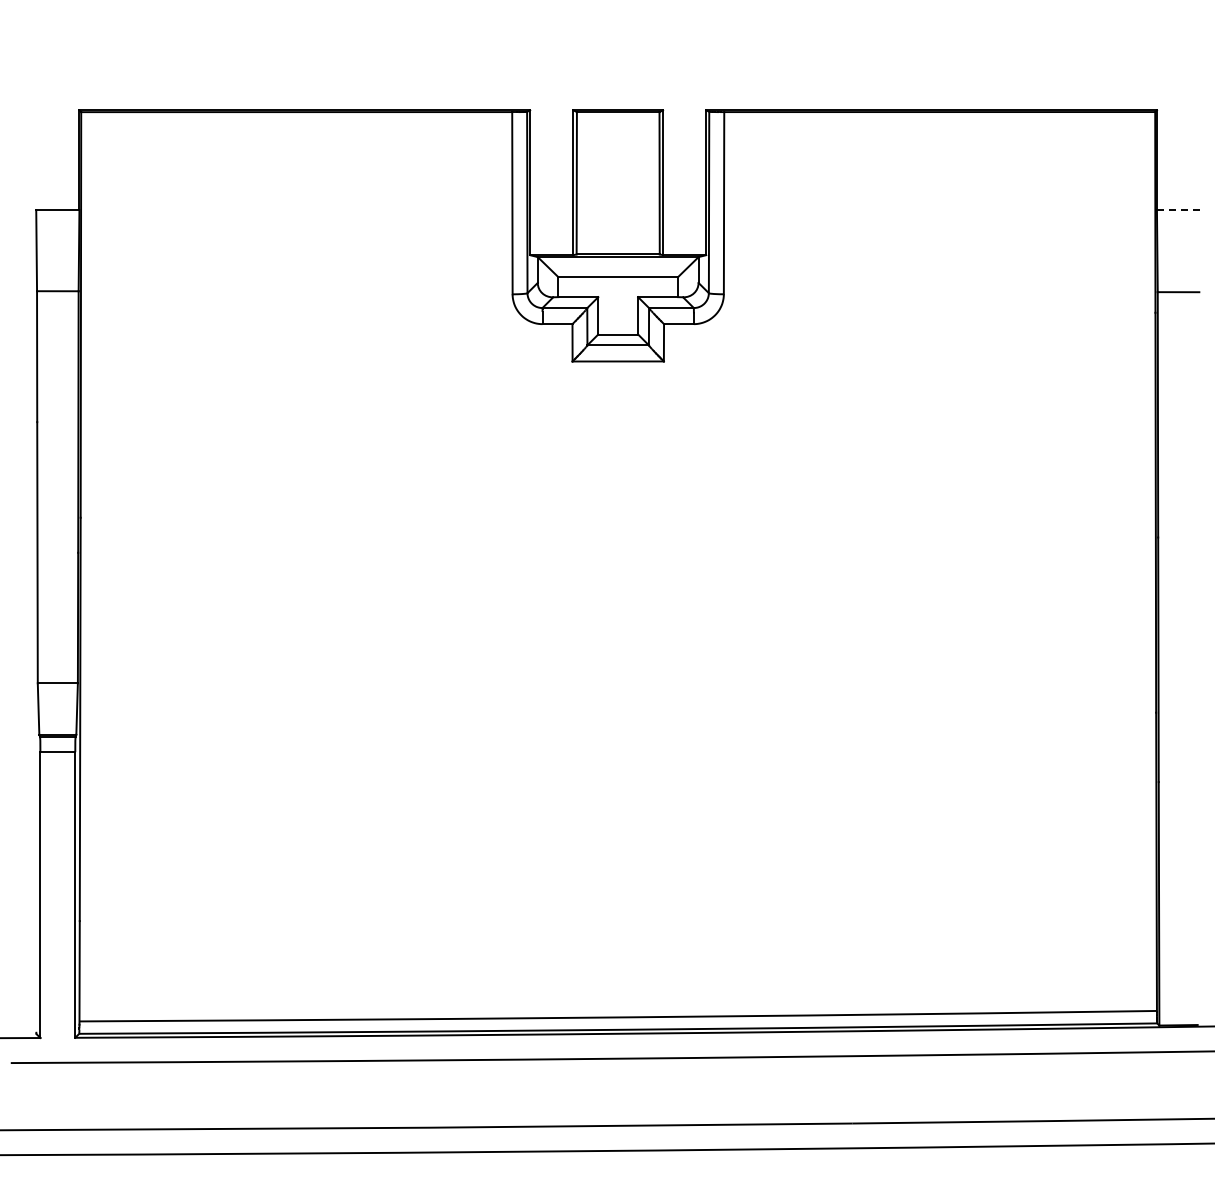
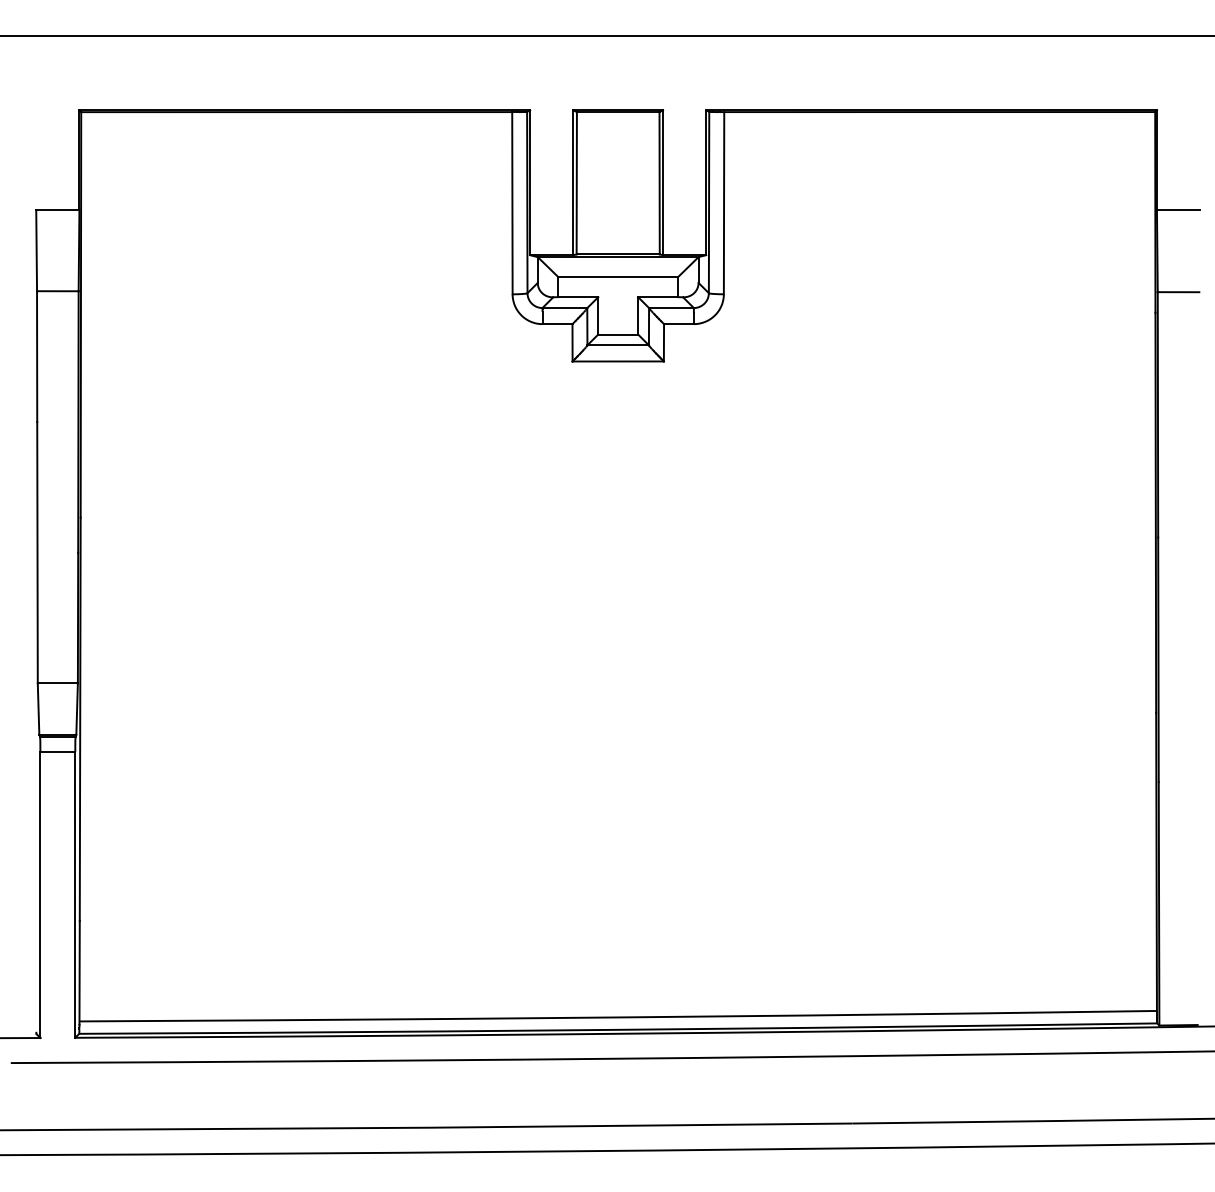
line at (606, 35): none -> present
line at (1178, 209): dashed -> solid
